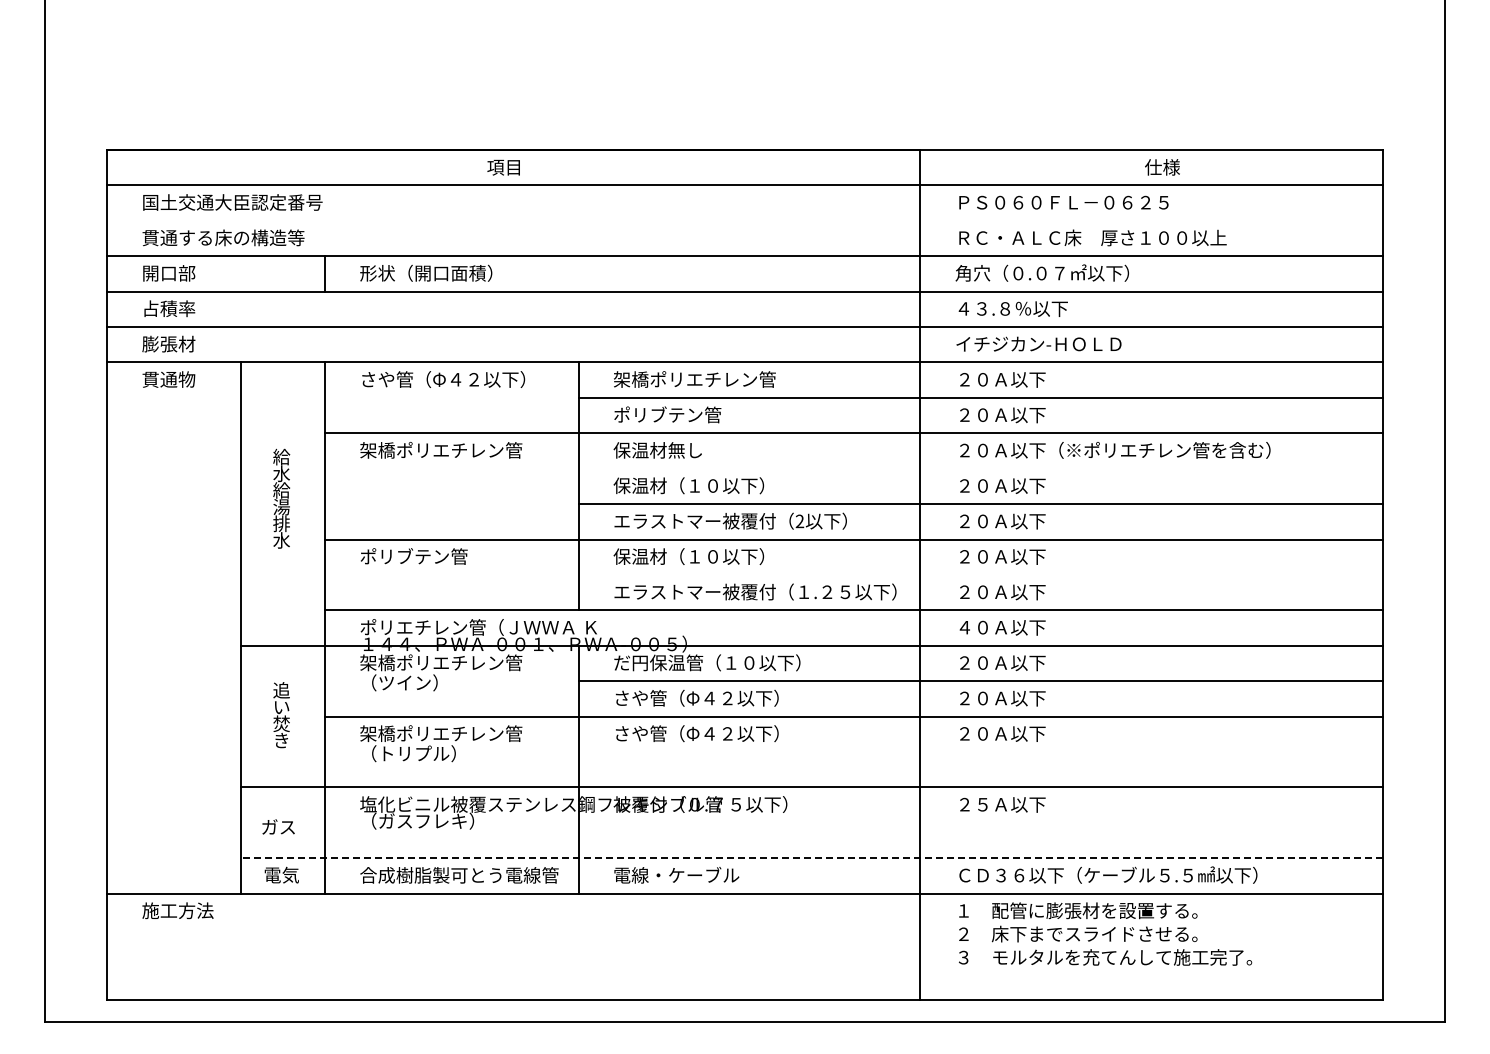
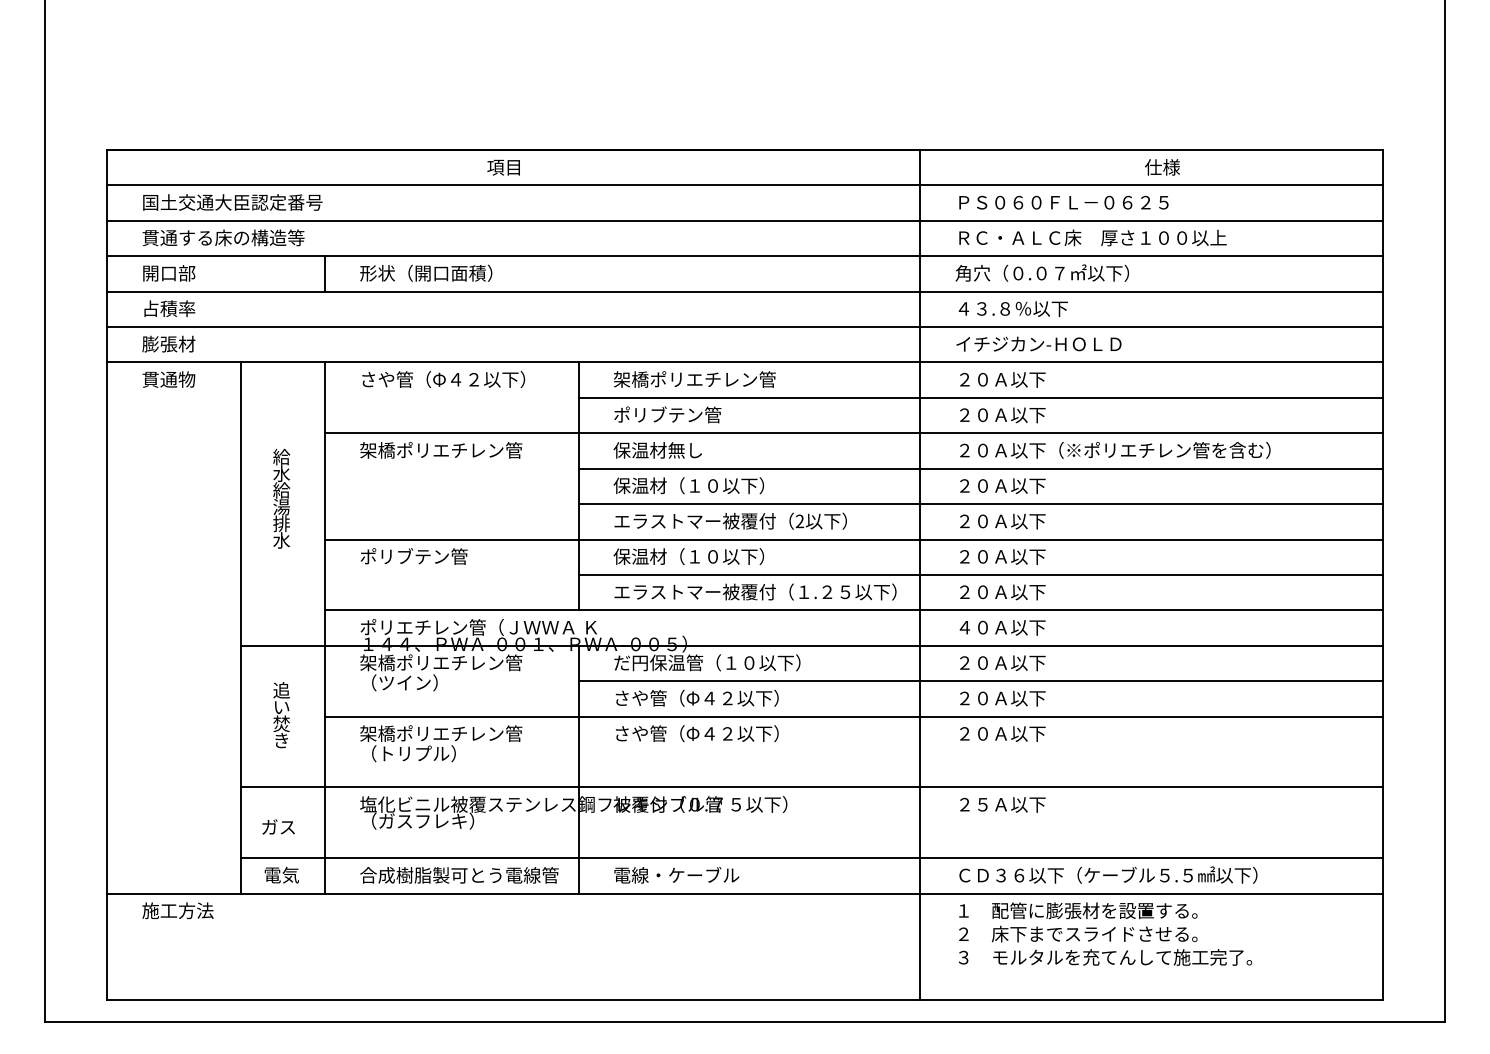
line at (744, 220): none -> present
line at (980, 468): none -> present
line at (980, 574): none -> present
line at (812, 858): dashed -> solid
